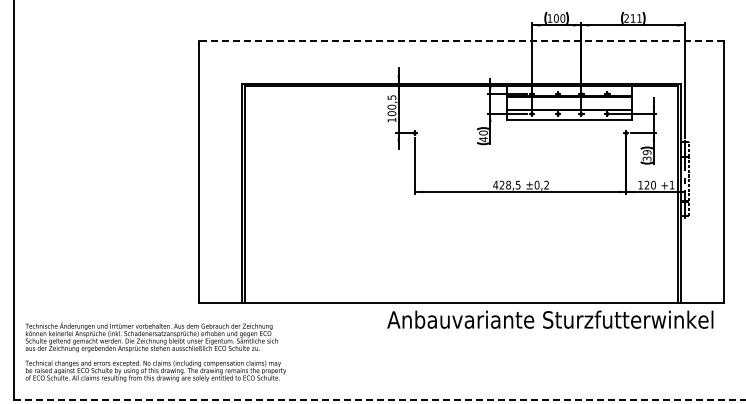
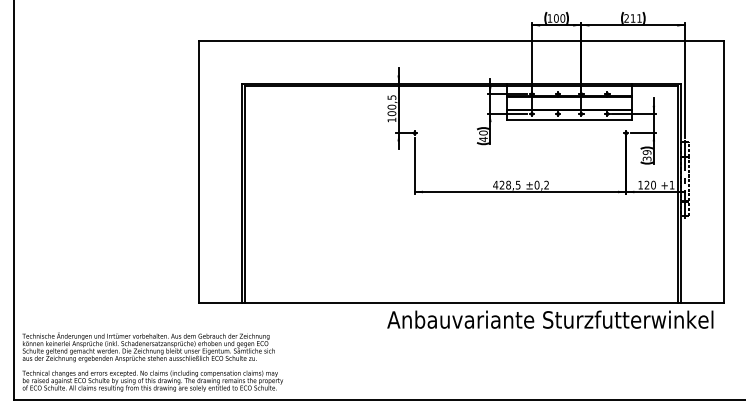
line at (460, 40): dashed -> solid
text at (155, 351) position: (155, 351) -> (152, 361)
line at (379, 399): dashed -> solid
